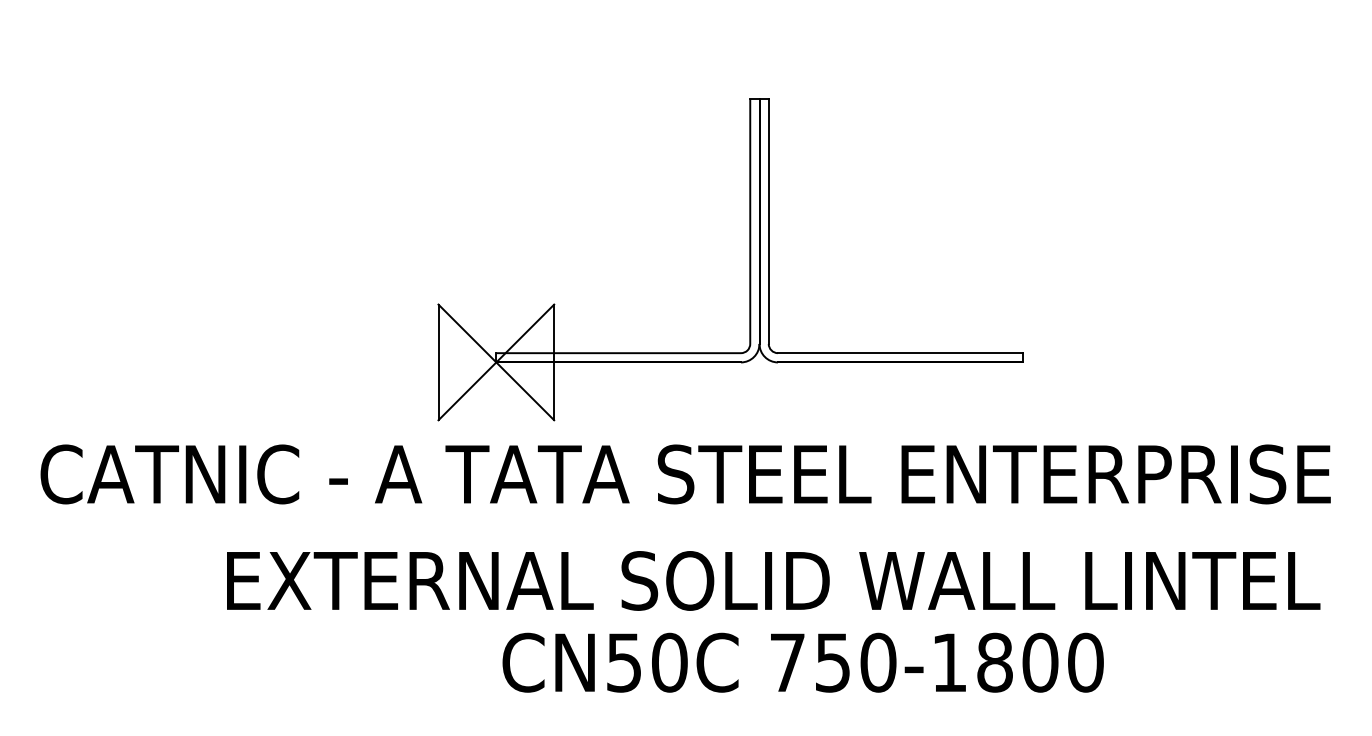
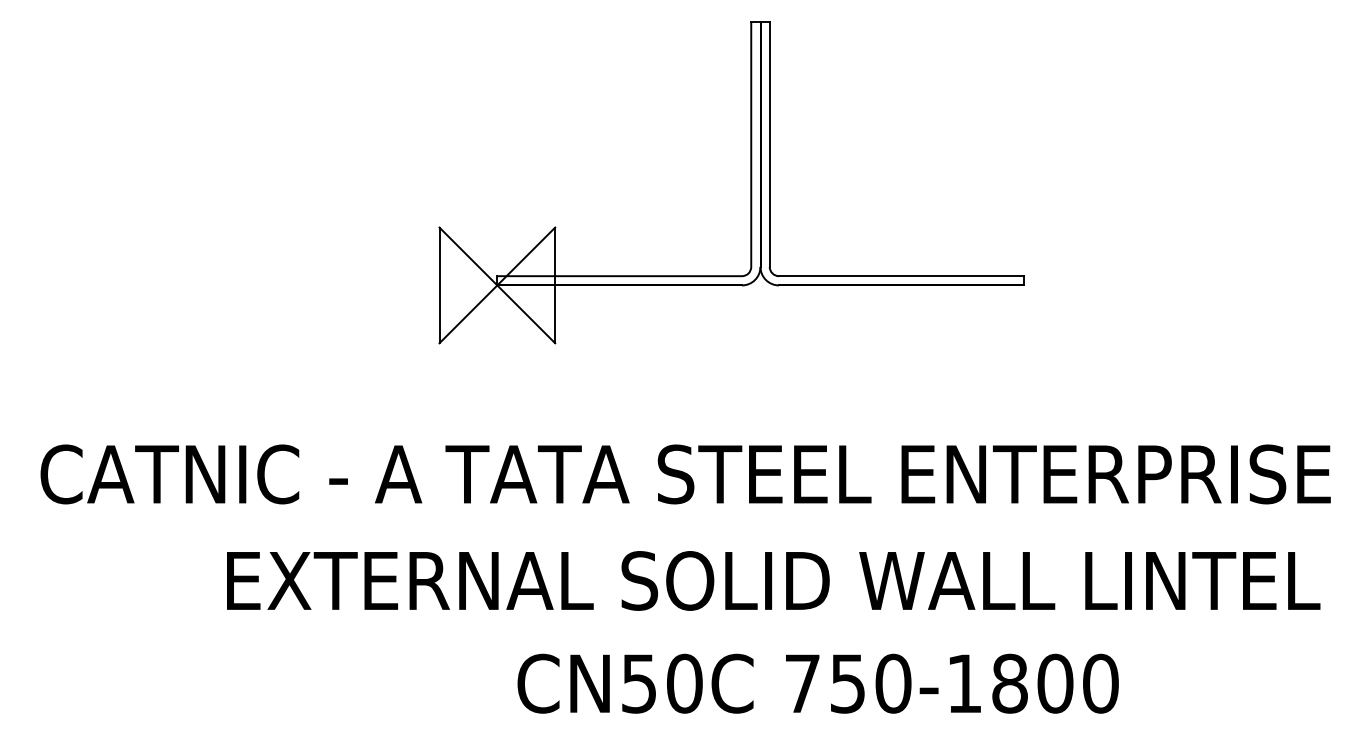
part at (749, 259) position: (749, 259) -> (750, 182)
text at (802, 662) position: (802, 662) -> (817, 683)
